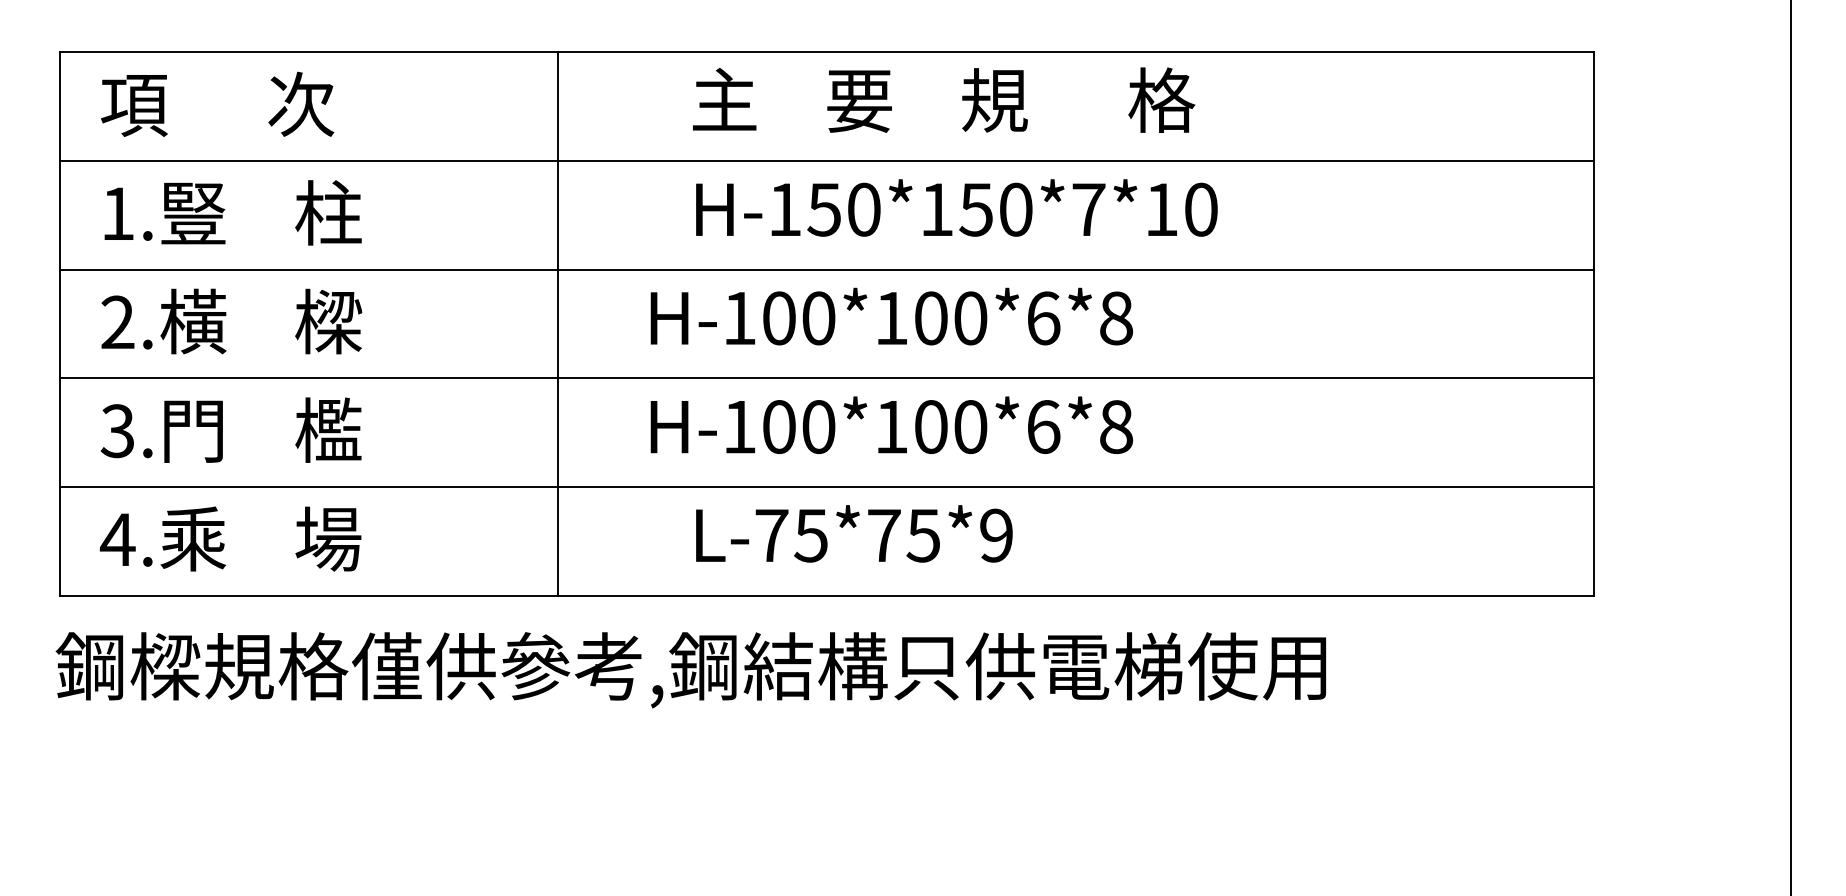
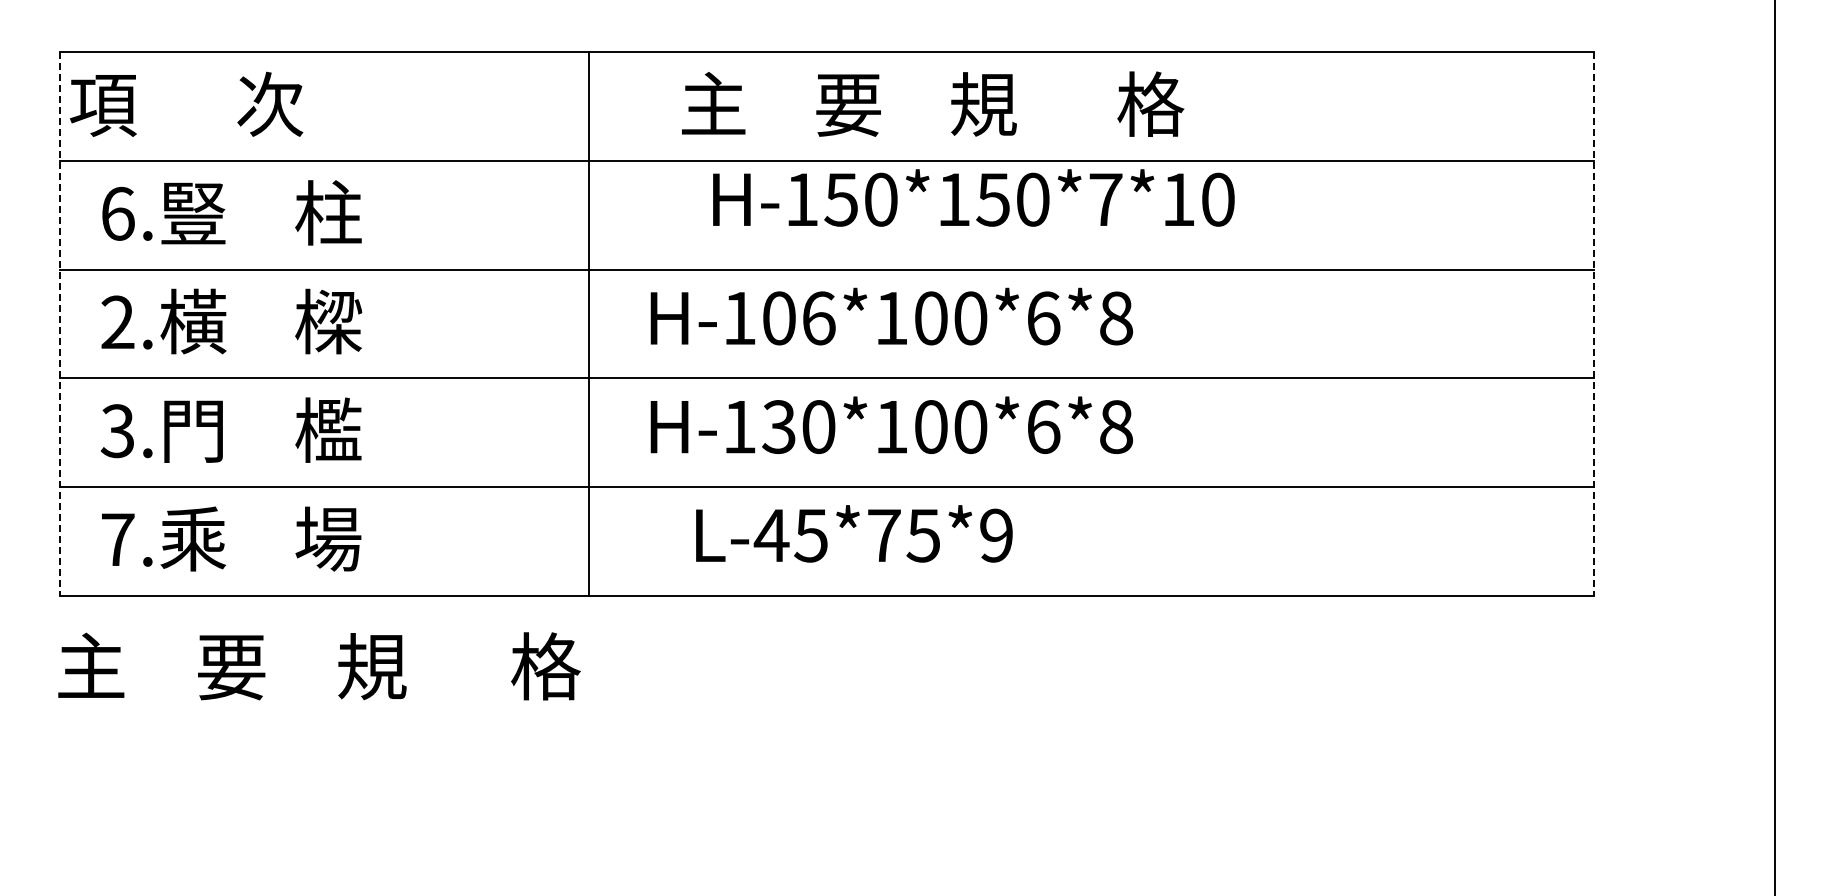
text at (944, 99) position: (944, 99) -> (933, 103)
text at (217, 103) position: (217, 103) -> (186, 103)
text at (956, 207) position: (956, 207) -> (973, 197)
text at (118, 213): 1. -> 6.
text at (818, 318): H-100*100*6*8 -> H-106*100*6*8
line at (59, 323): solid -> dashed
line at (557, 323) position: (557, 323) -> (588, 323)
line at (1593, 323): solid -> dashed
text at (778, 426): H-100*100*6*8 -> H-130*100*6*8
line at (1790, 447) position: (1790, 447) -> (1774, 447)
text at (771, 535): L-75*75*9 -> L-45*75*9
text at (117, 539): 4. -> 7.
text at (690, 670): 鋼樑規格僅供參考,鋼結構只供電梯使用 -> 主    要    規      格
